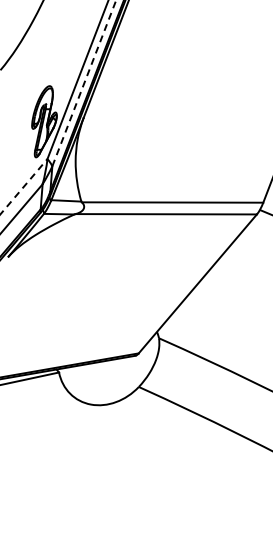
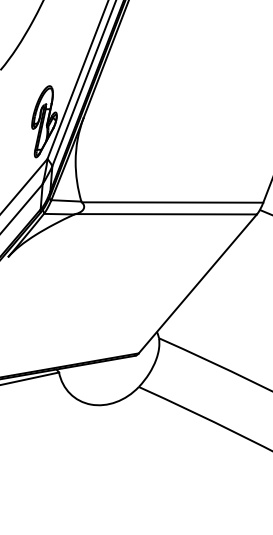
line at (84, 83): dashed -> solid
line at (24, 186): dashed -> solid
